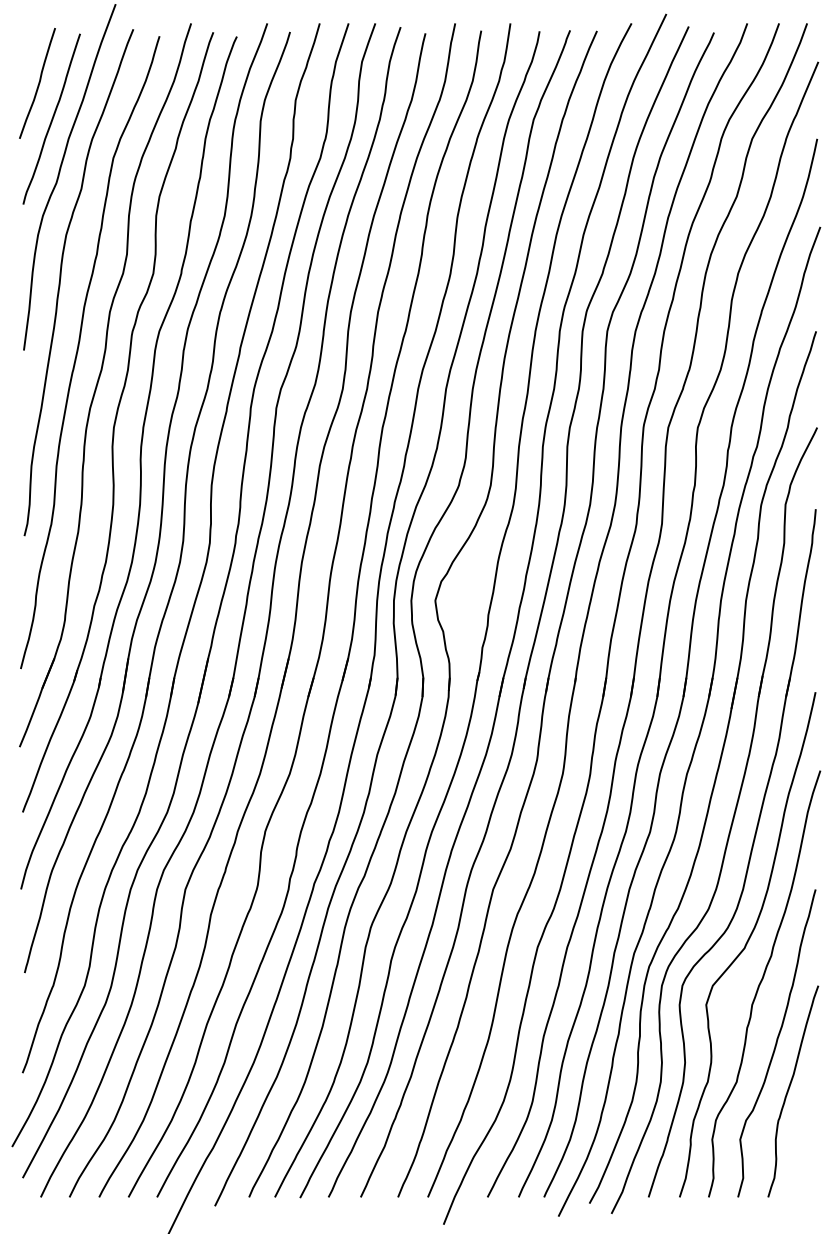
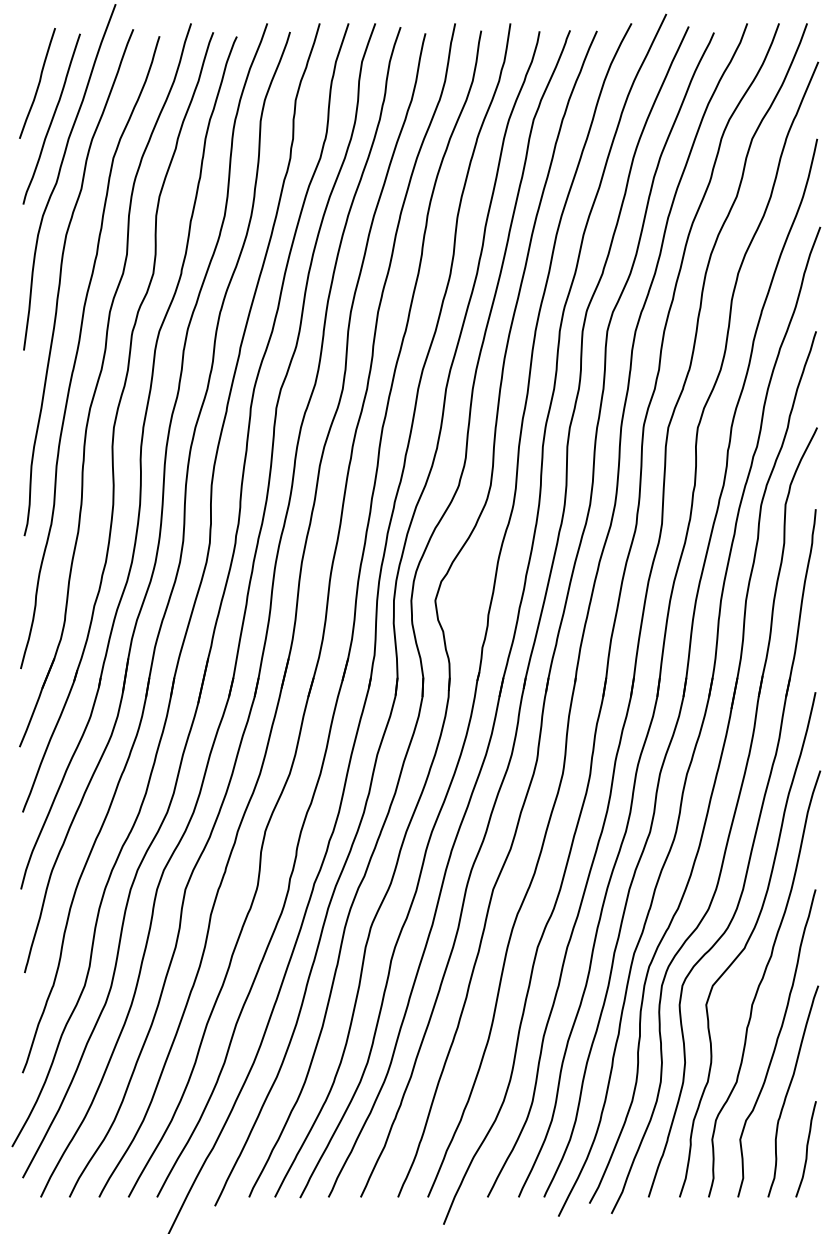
curve at (806, 1149): none -> present
